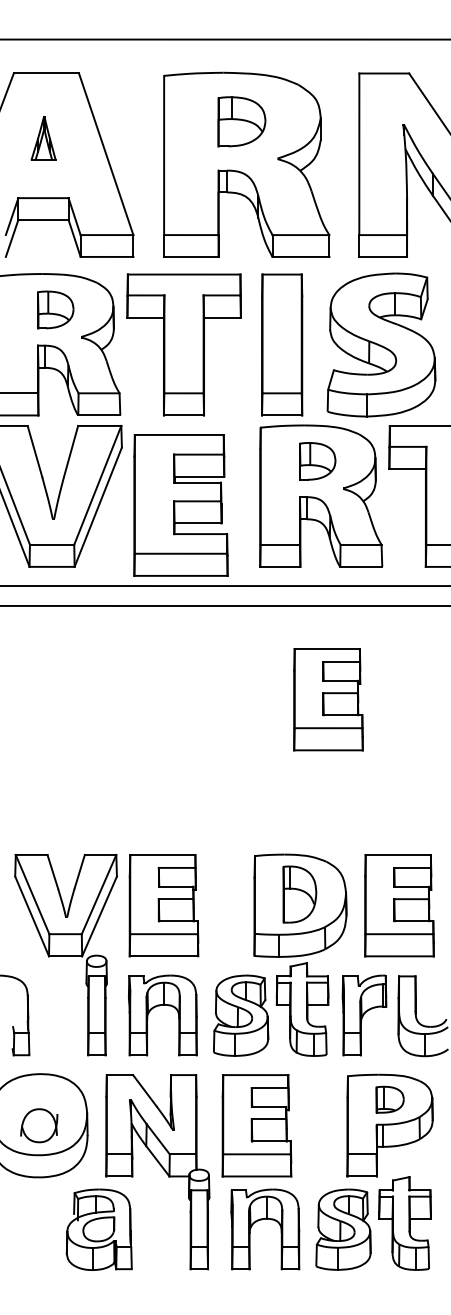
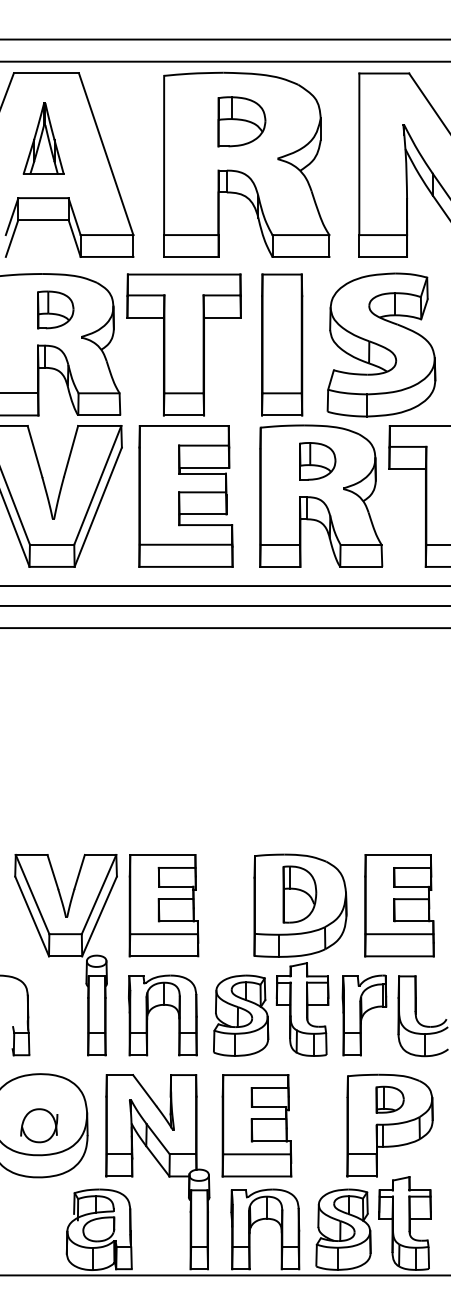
line at (224, 61): none -> present
part at (43, 138) size: 27x45 px -> 43x73 px
part at (180, 505) position: (180, 505) -> (185, 496)
line at (224, 628): none -> present
part at (328, 699): present -> none
line at (224, 1275): none -> present
